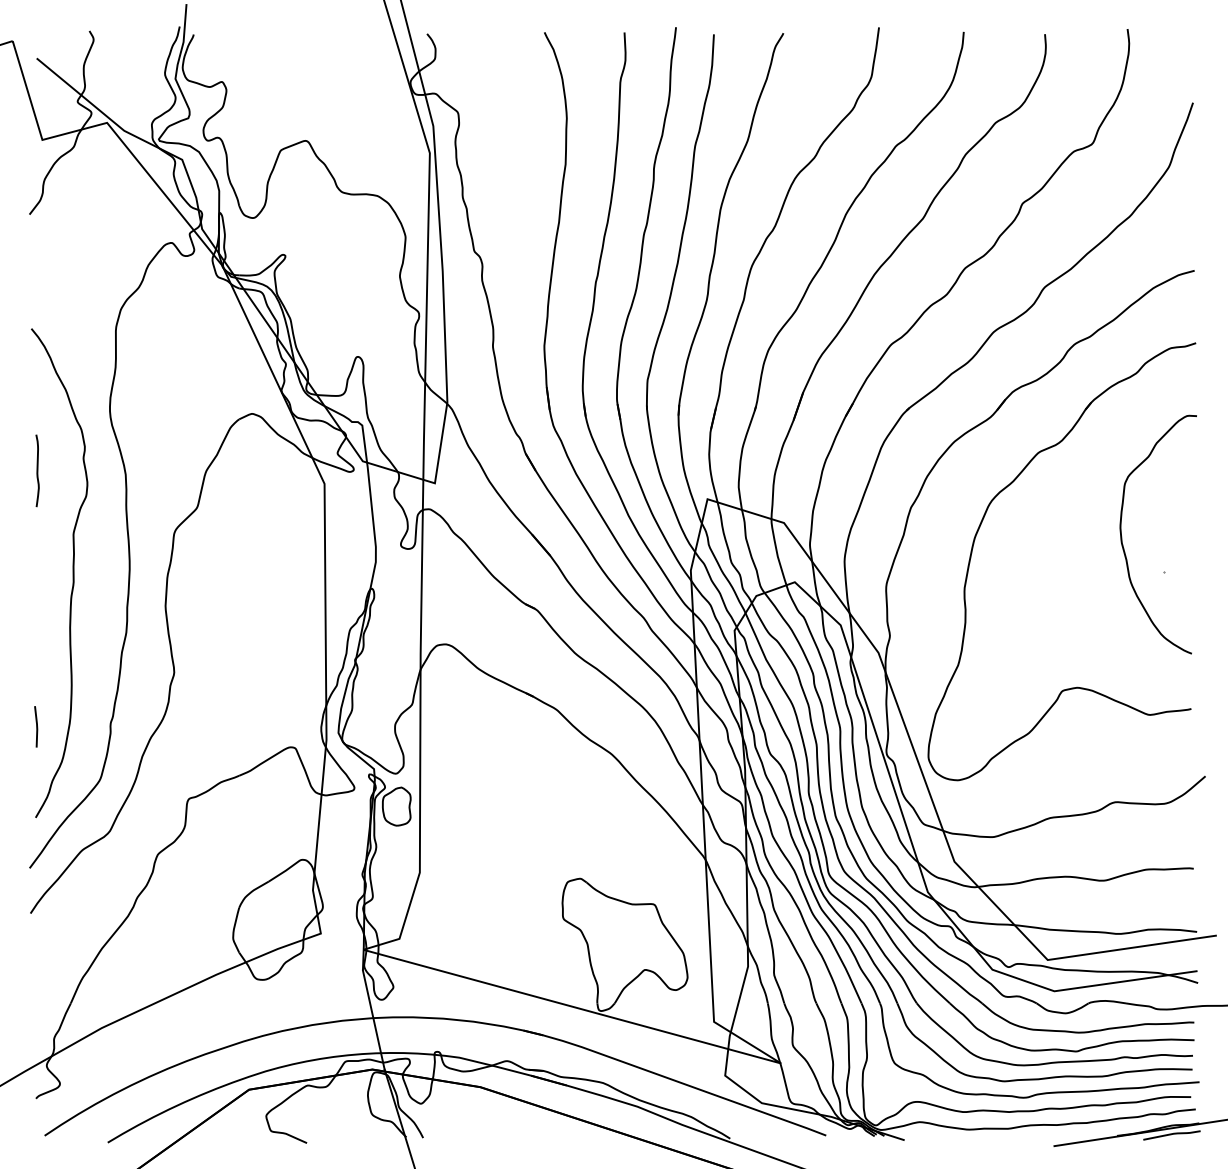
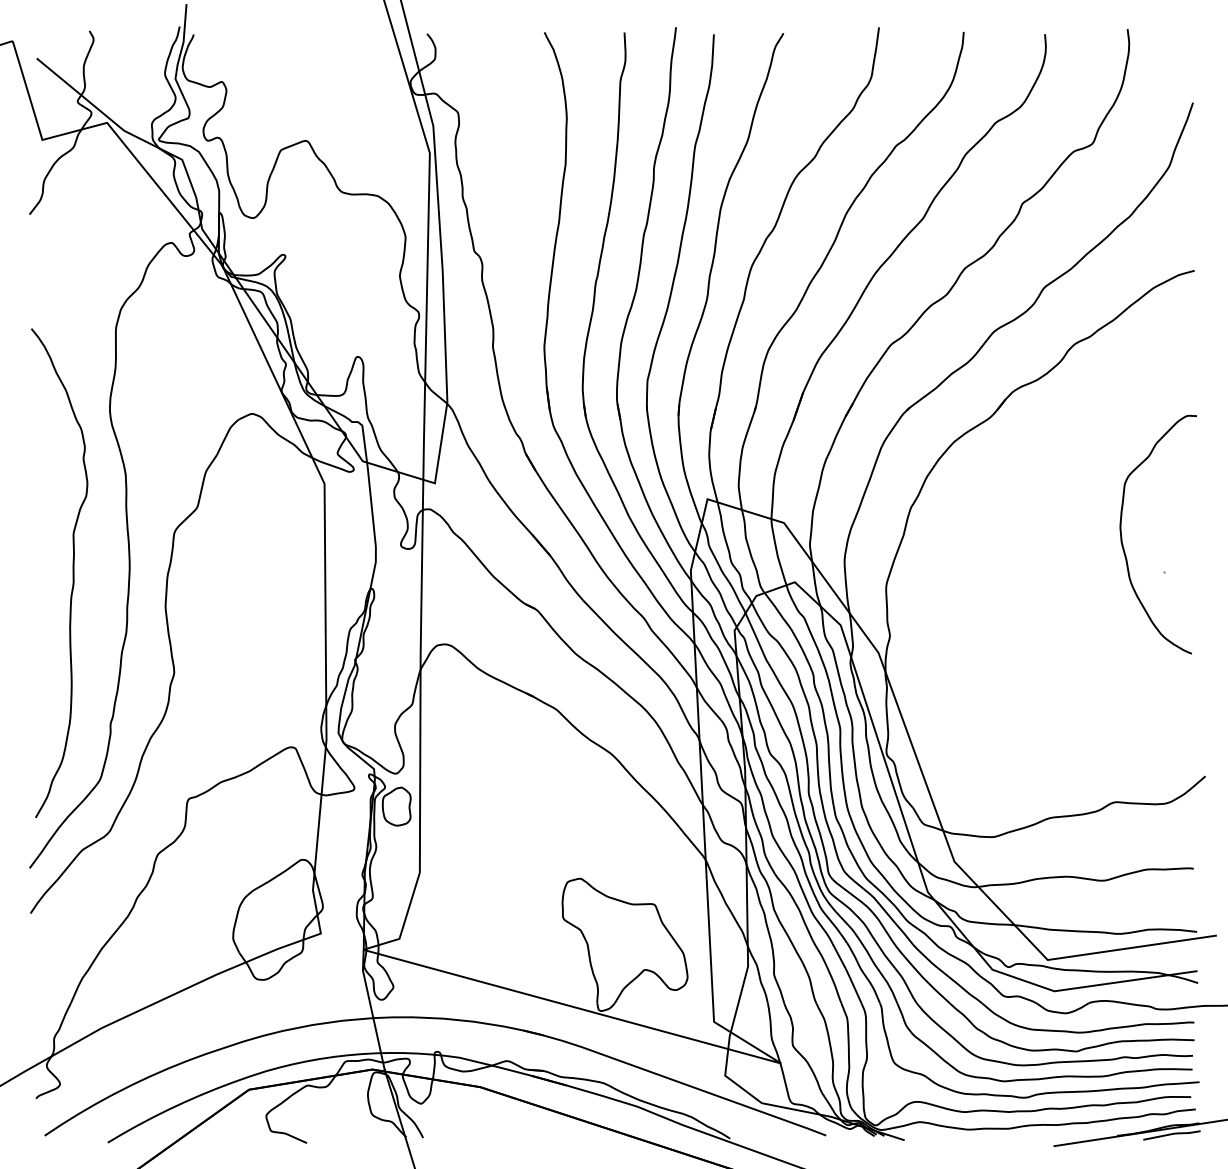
curve at (37, 470): present -> none
part at (981, 525): present -> none
line at (36, 726): present -> none
